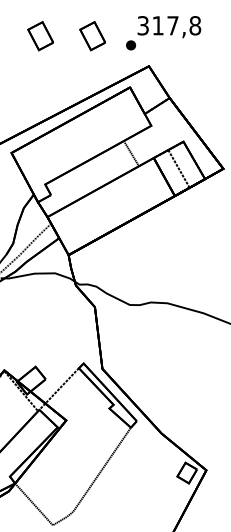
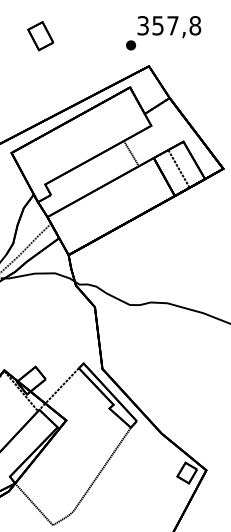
text at (157, 25): 317,8 -> 357,8
part at (92, 36): present -> none
